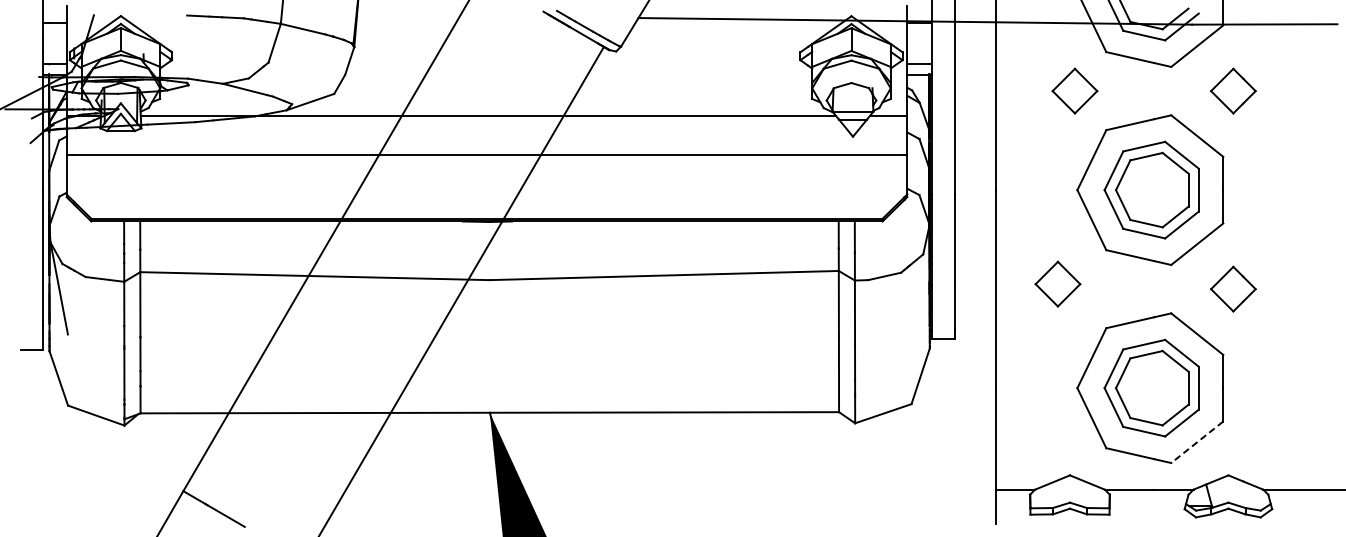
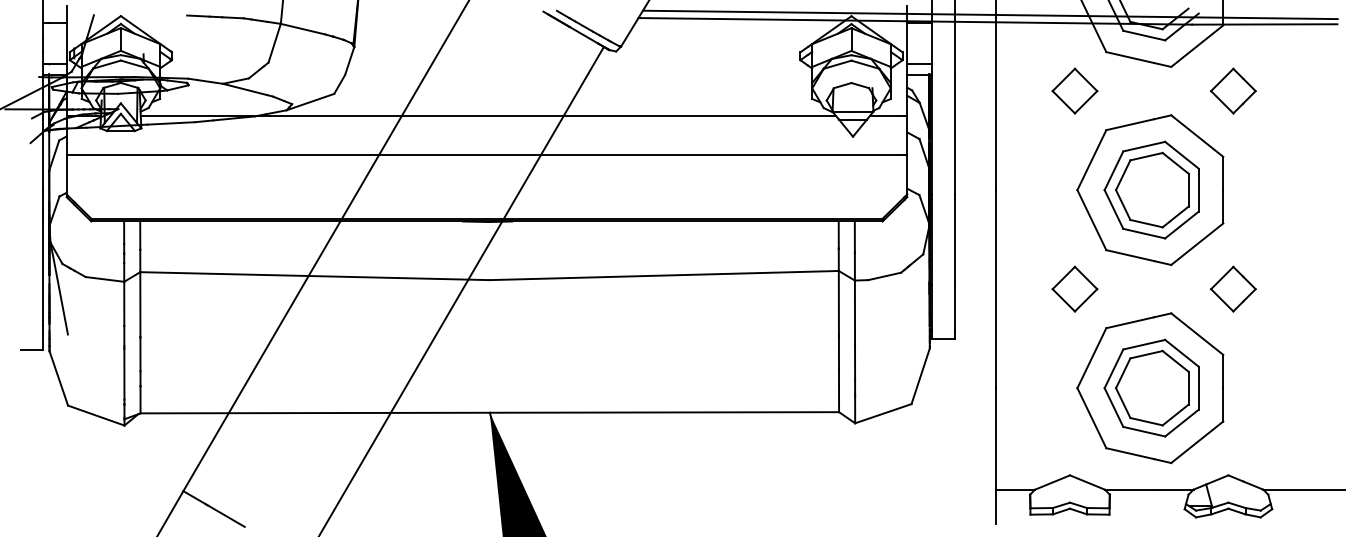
line at (989, 14): none -> present
part at (1057, 283) position: (1057, 283) -> (1074, 288)
line at (1196, 442): dashed -> solid
